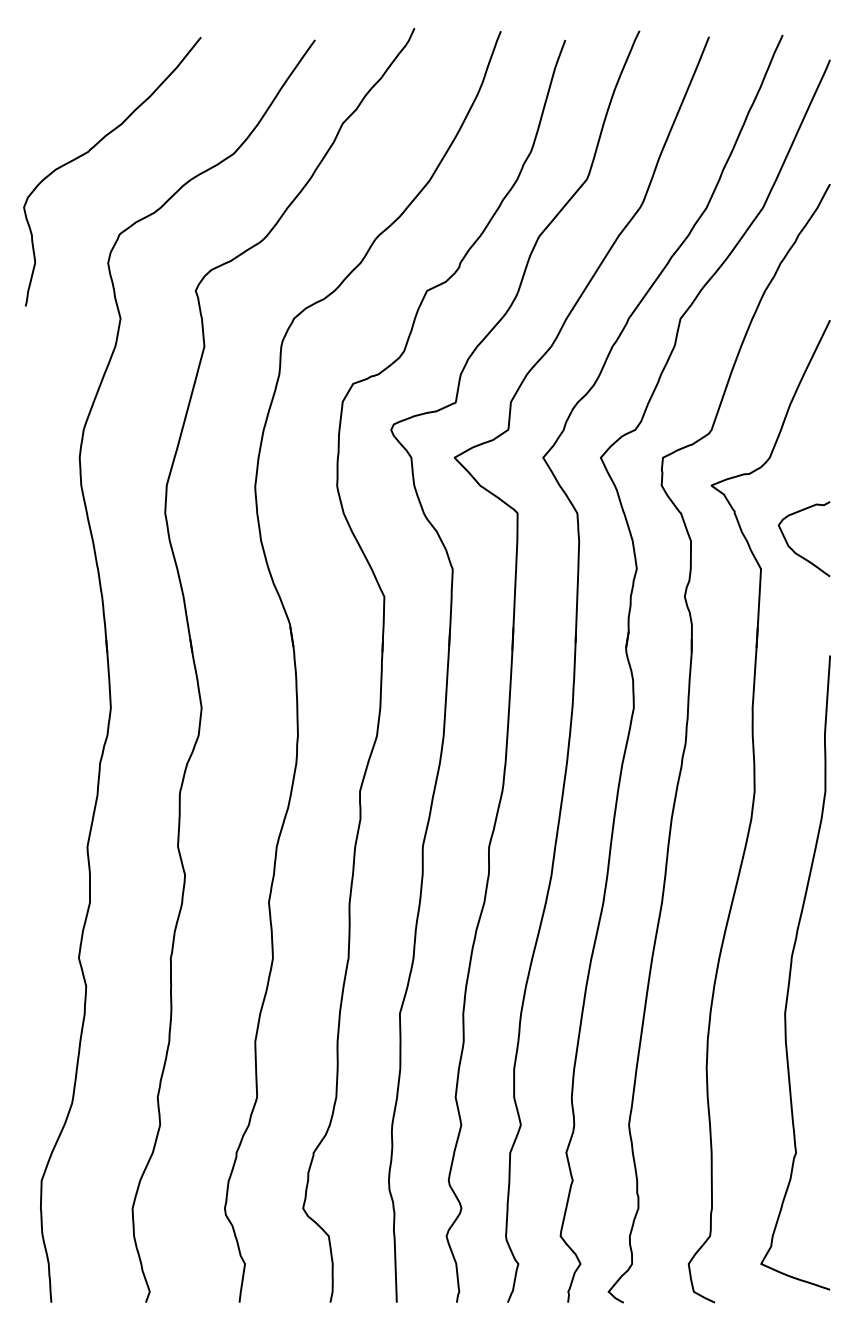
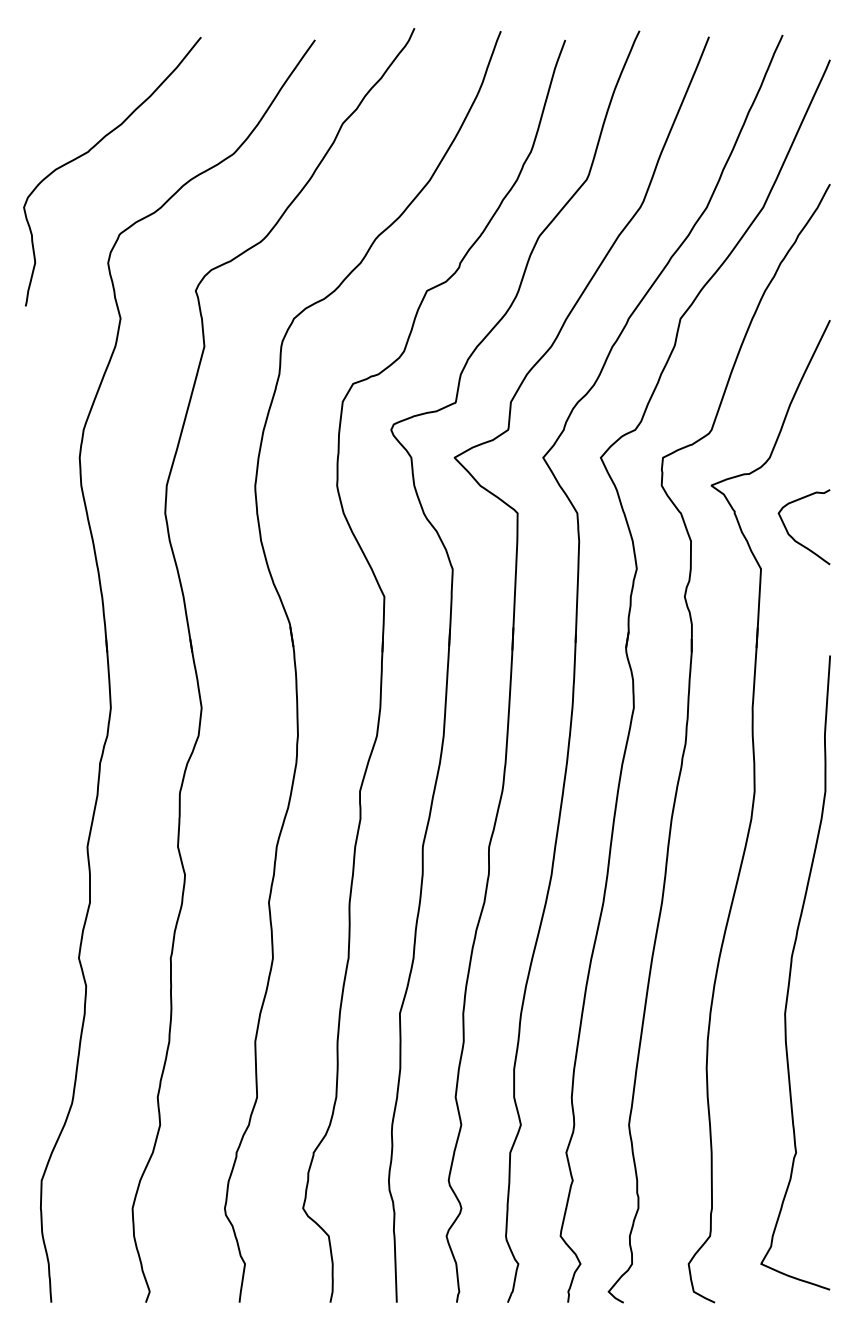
curve at (793, 549) position: (793, 549) -> (793, 537)
